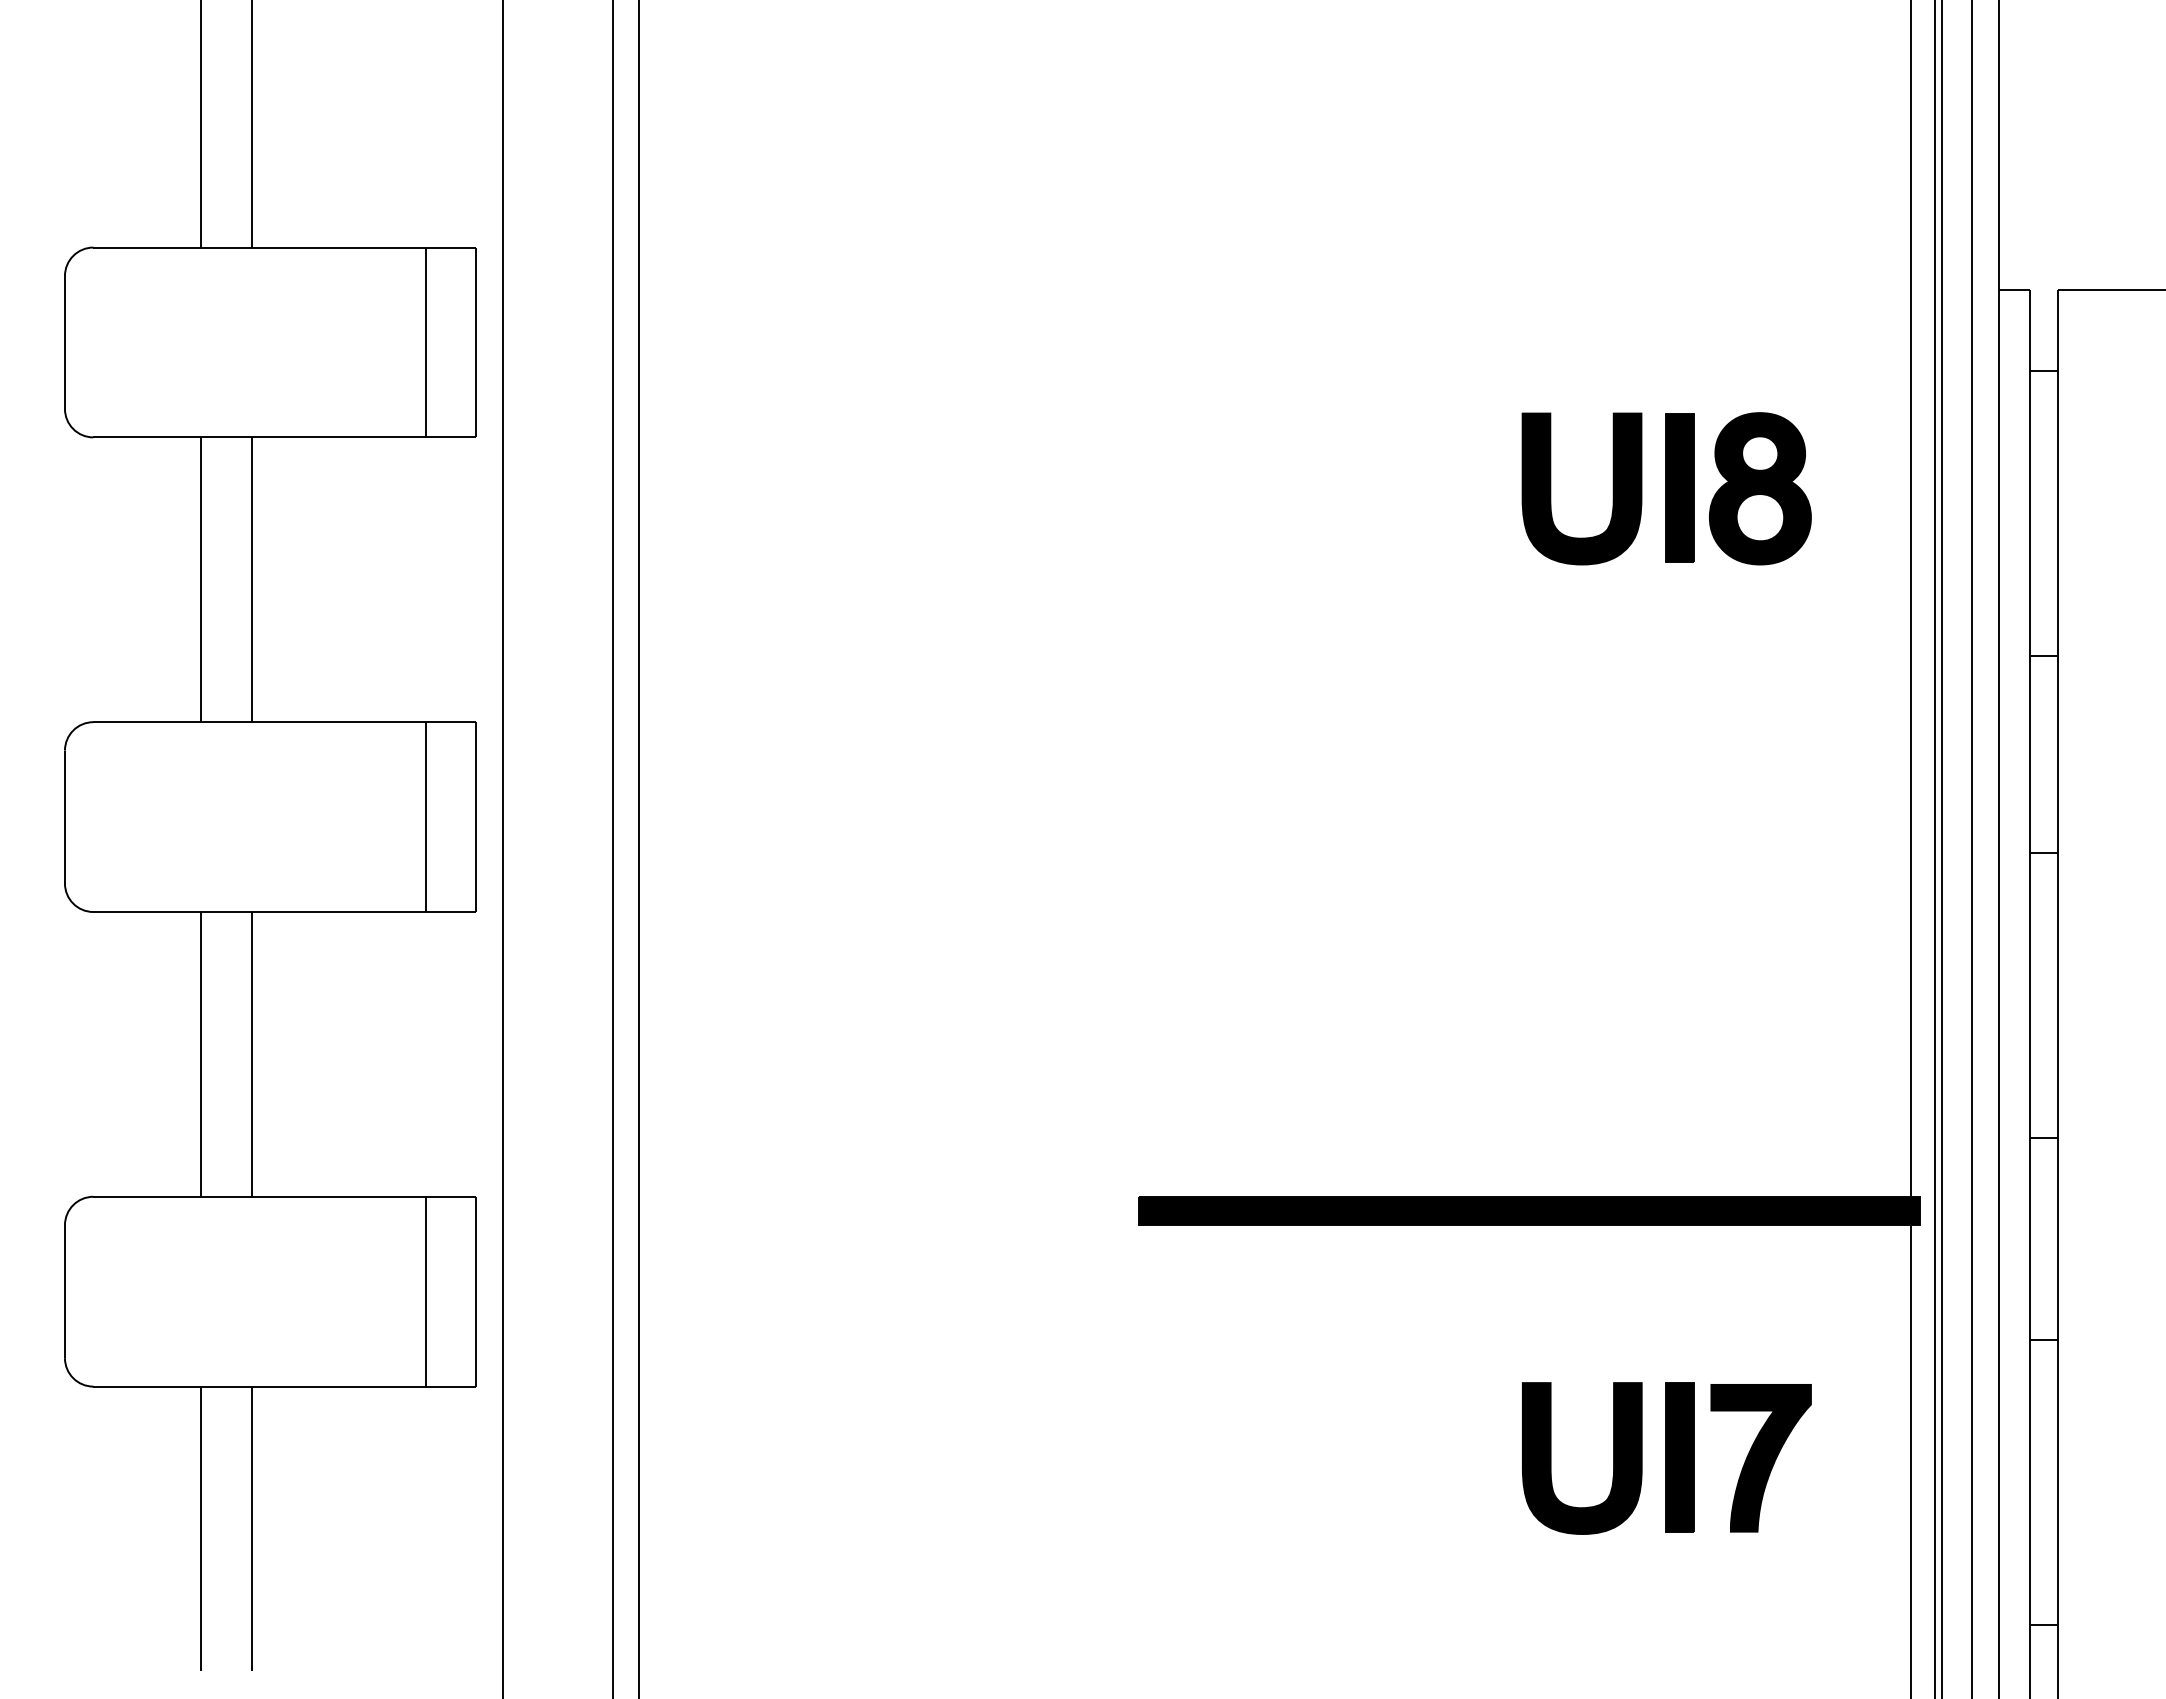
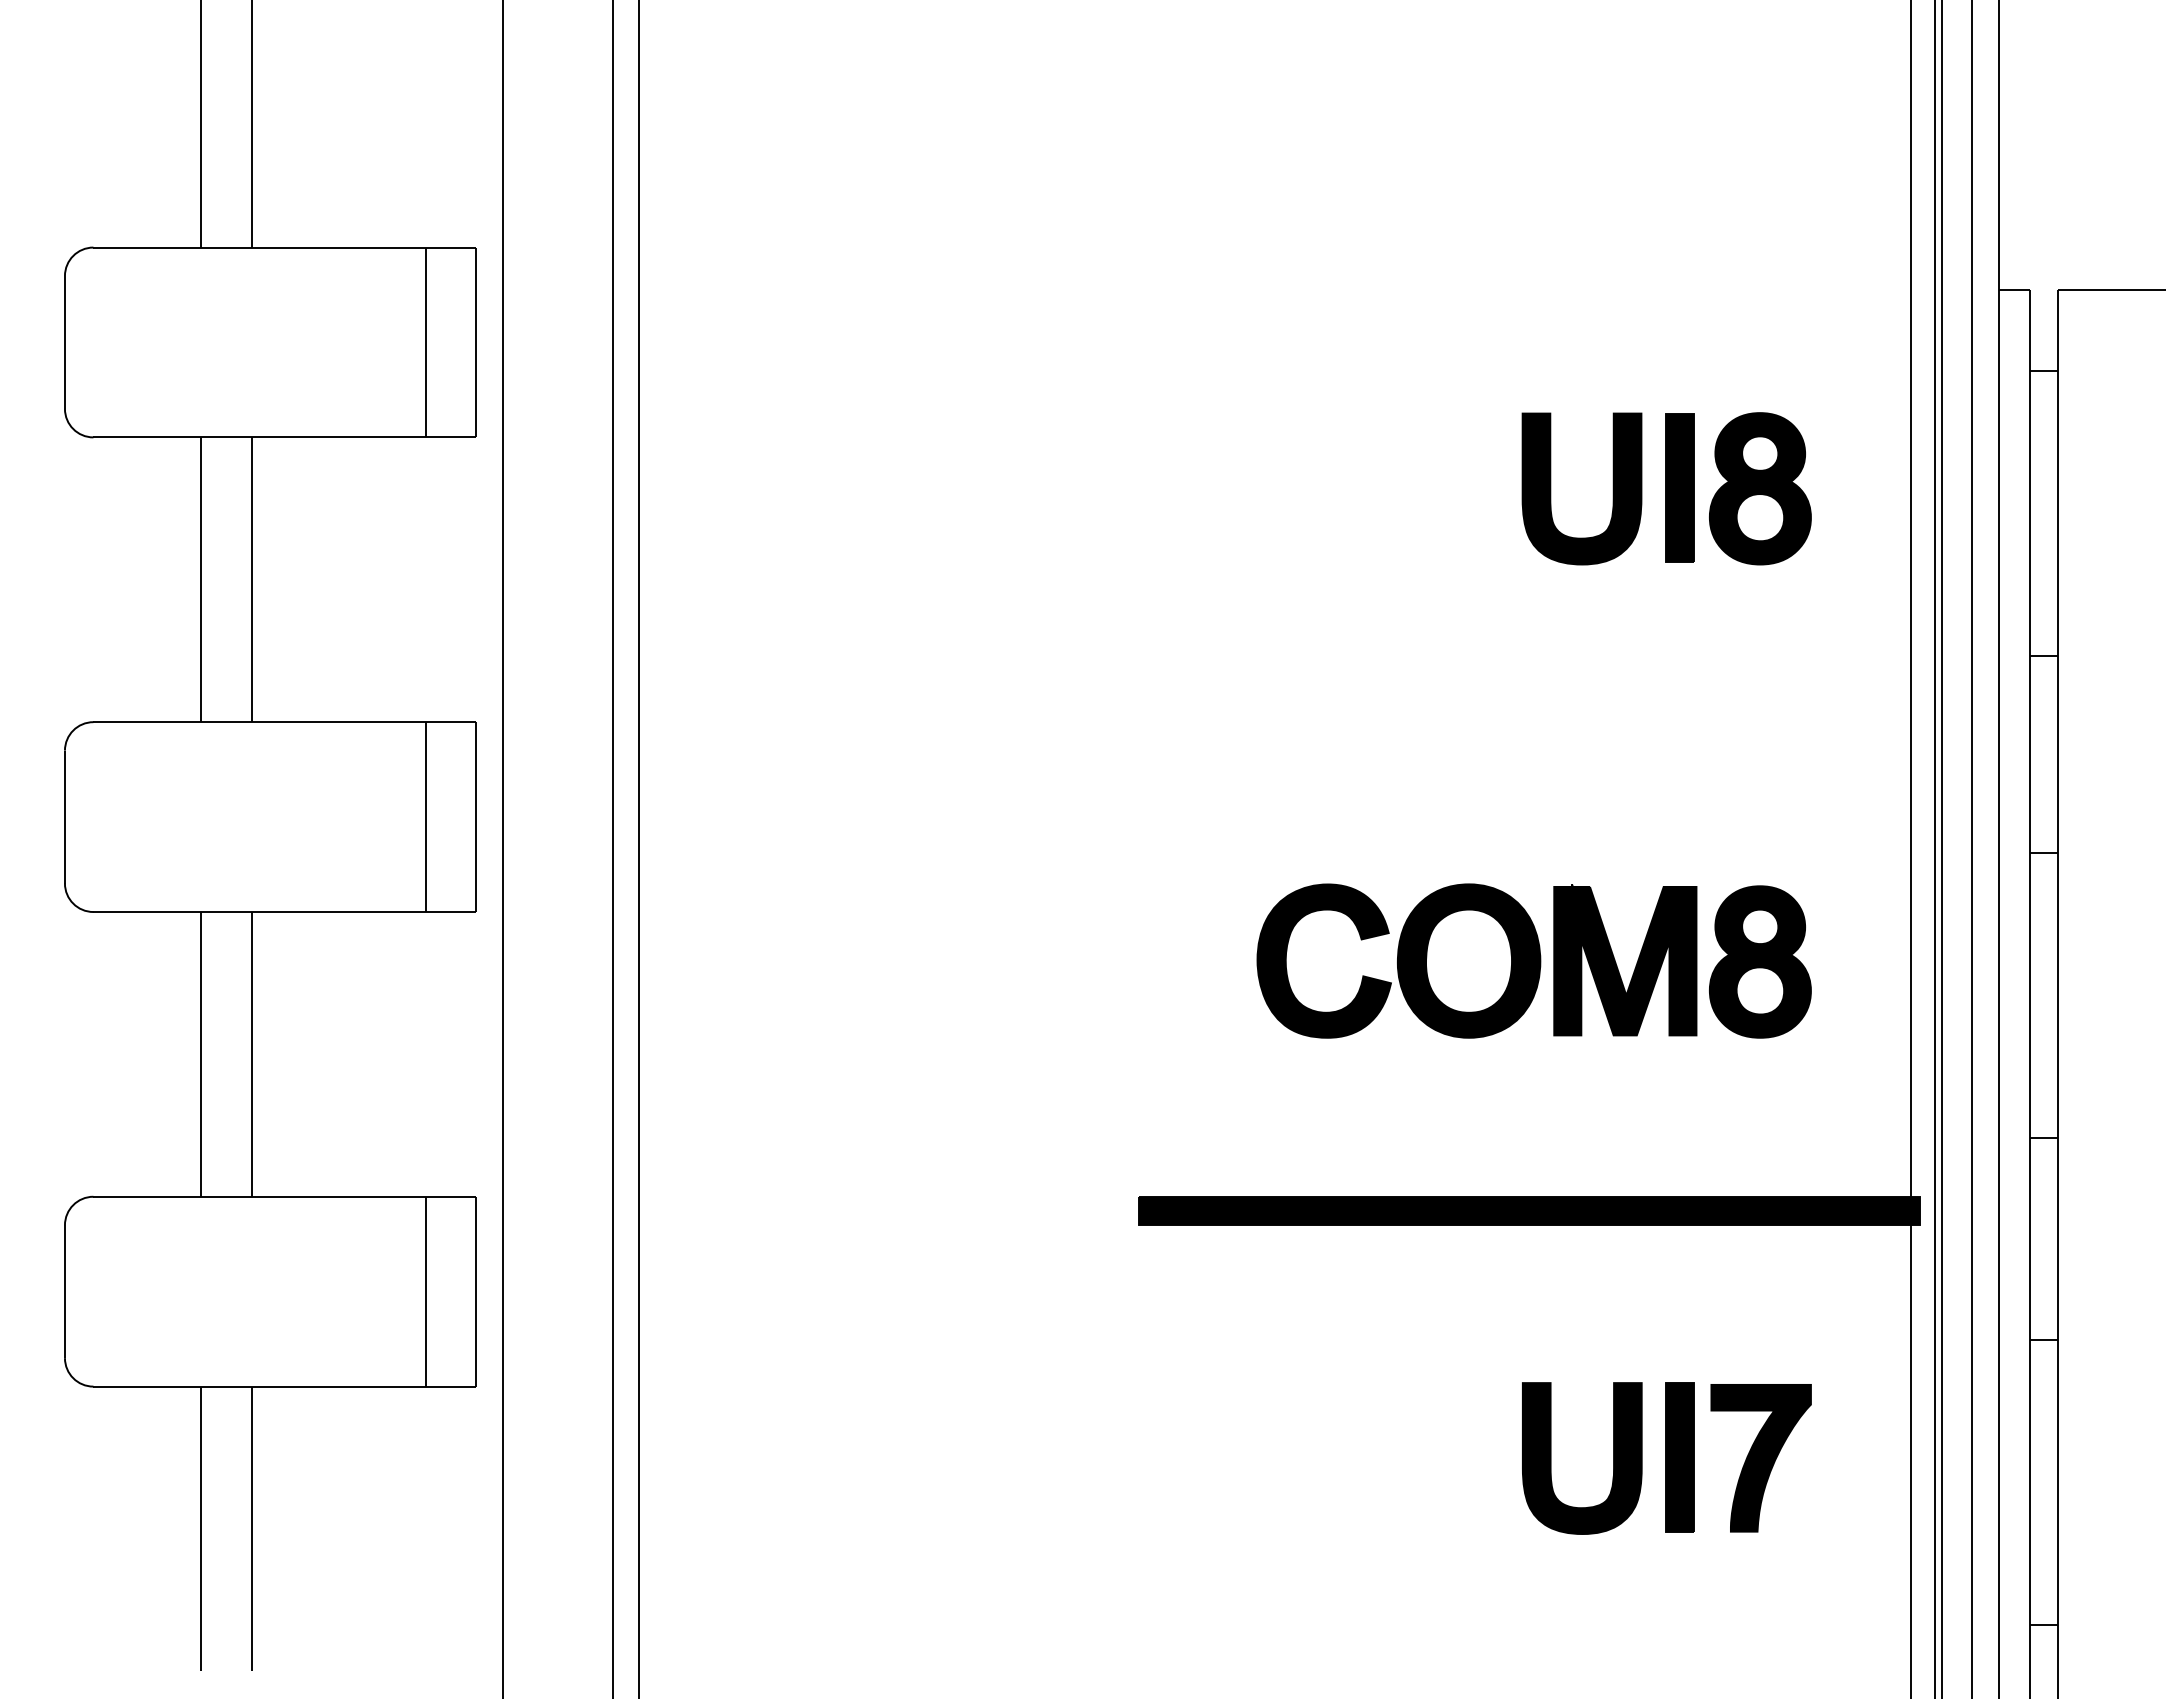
part at (1533, 960): none -> present
